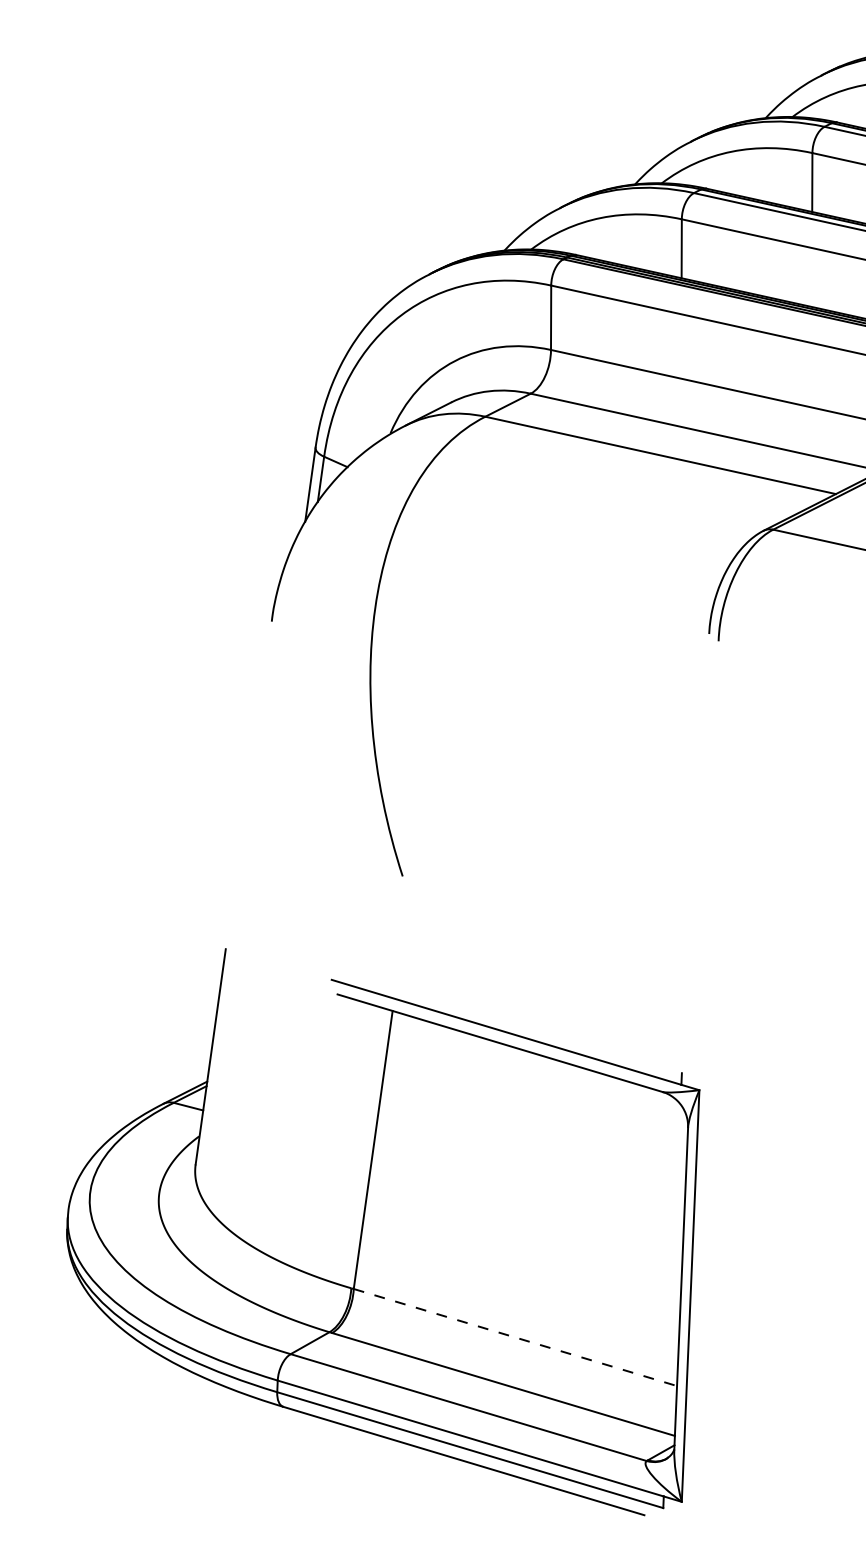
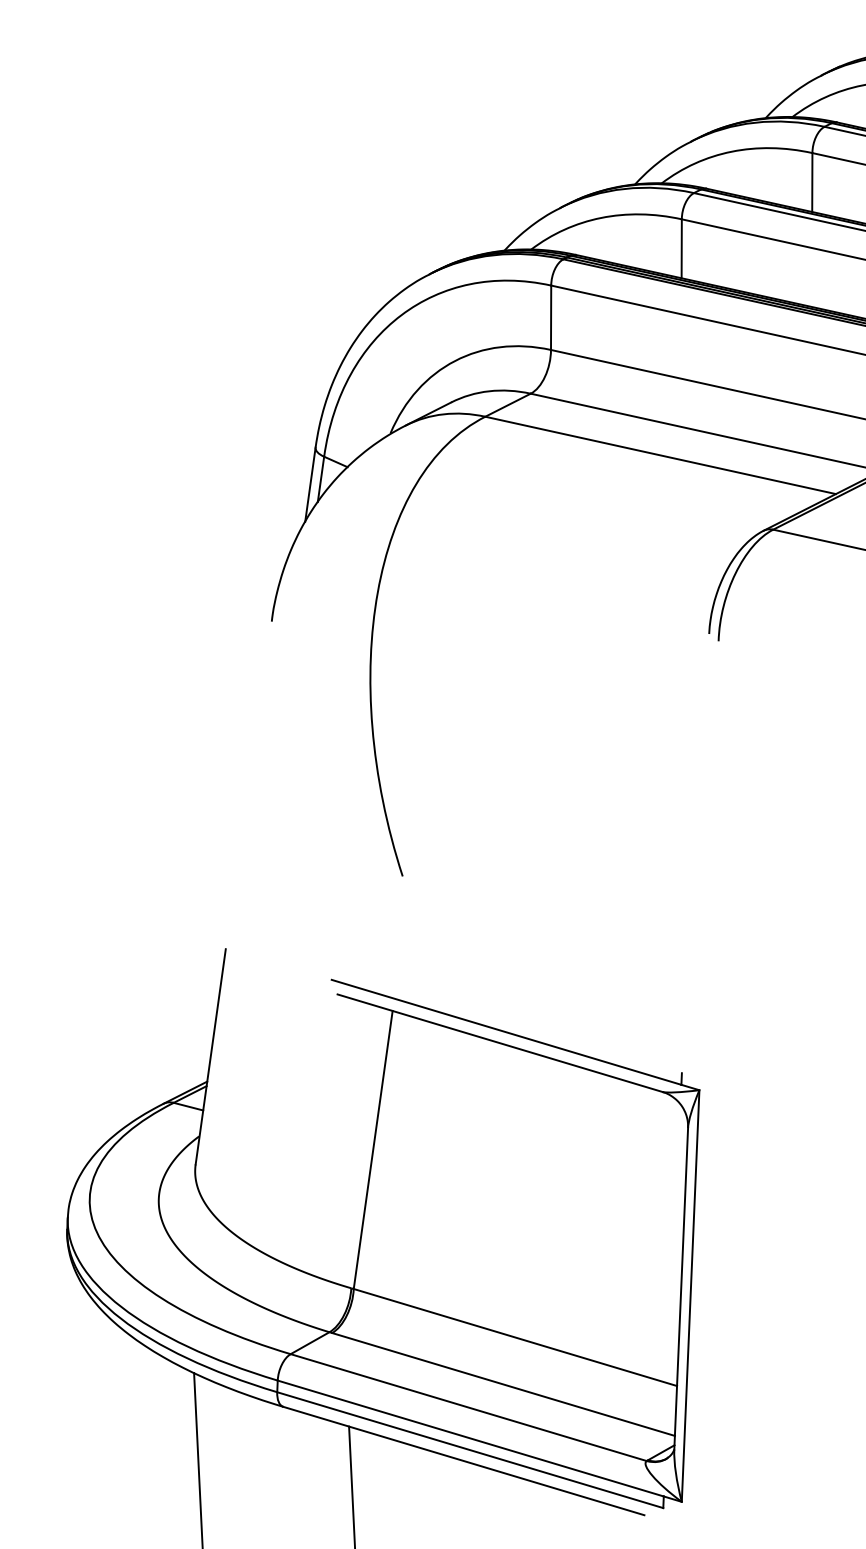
line at (515, 1337): dashed -> solid
line at (198, 1459): none -> present
line at (351, 1485): none -> present
